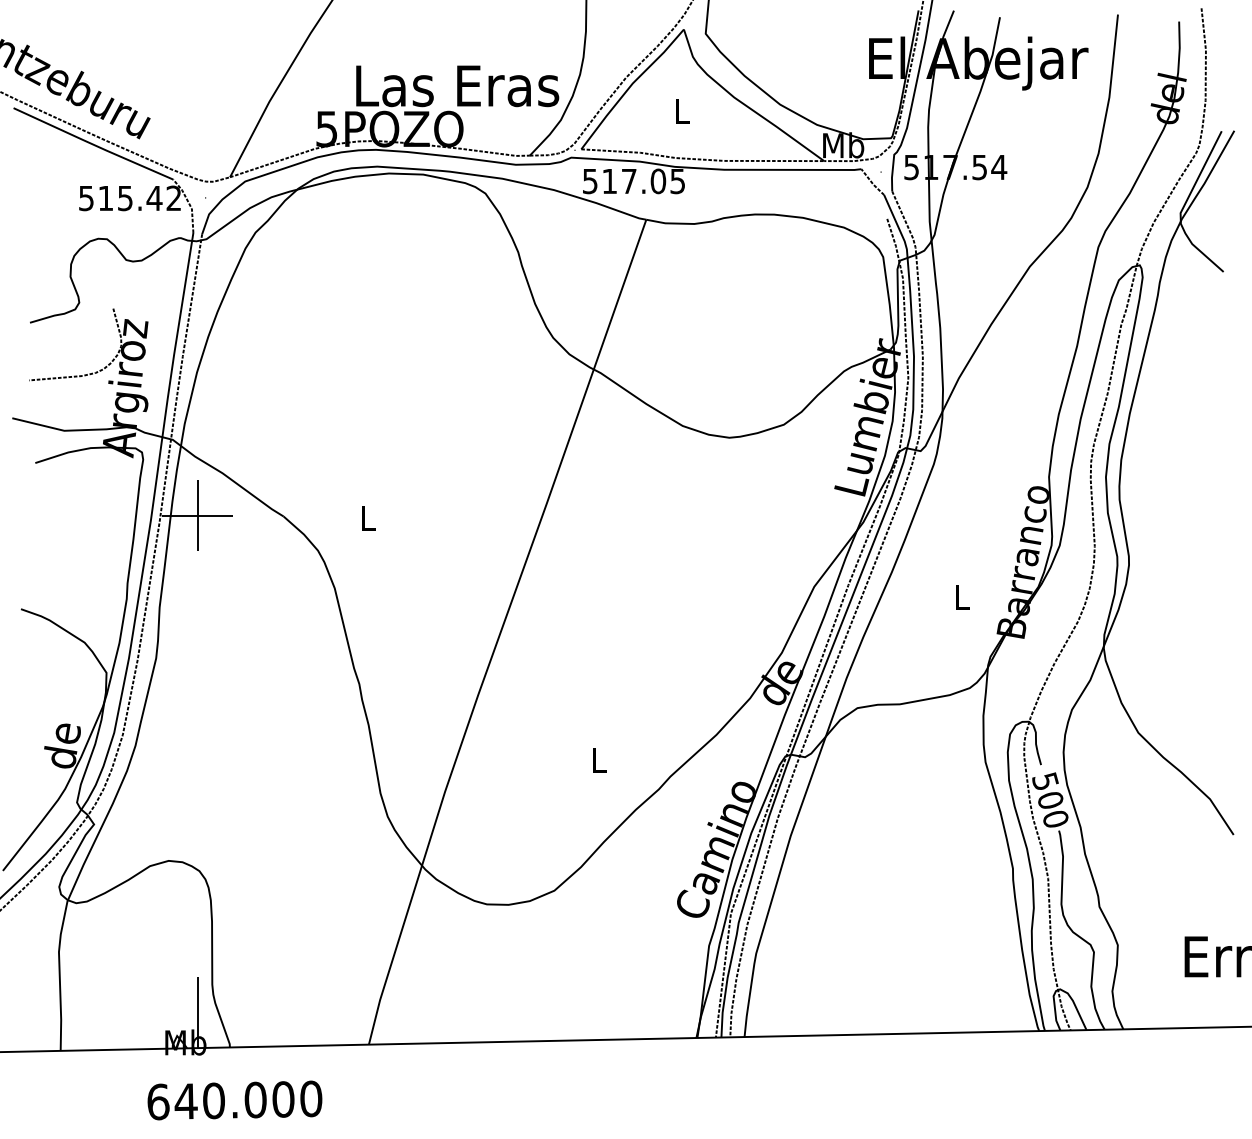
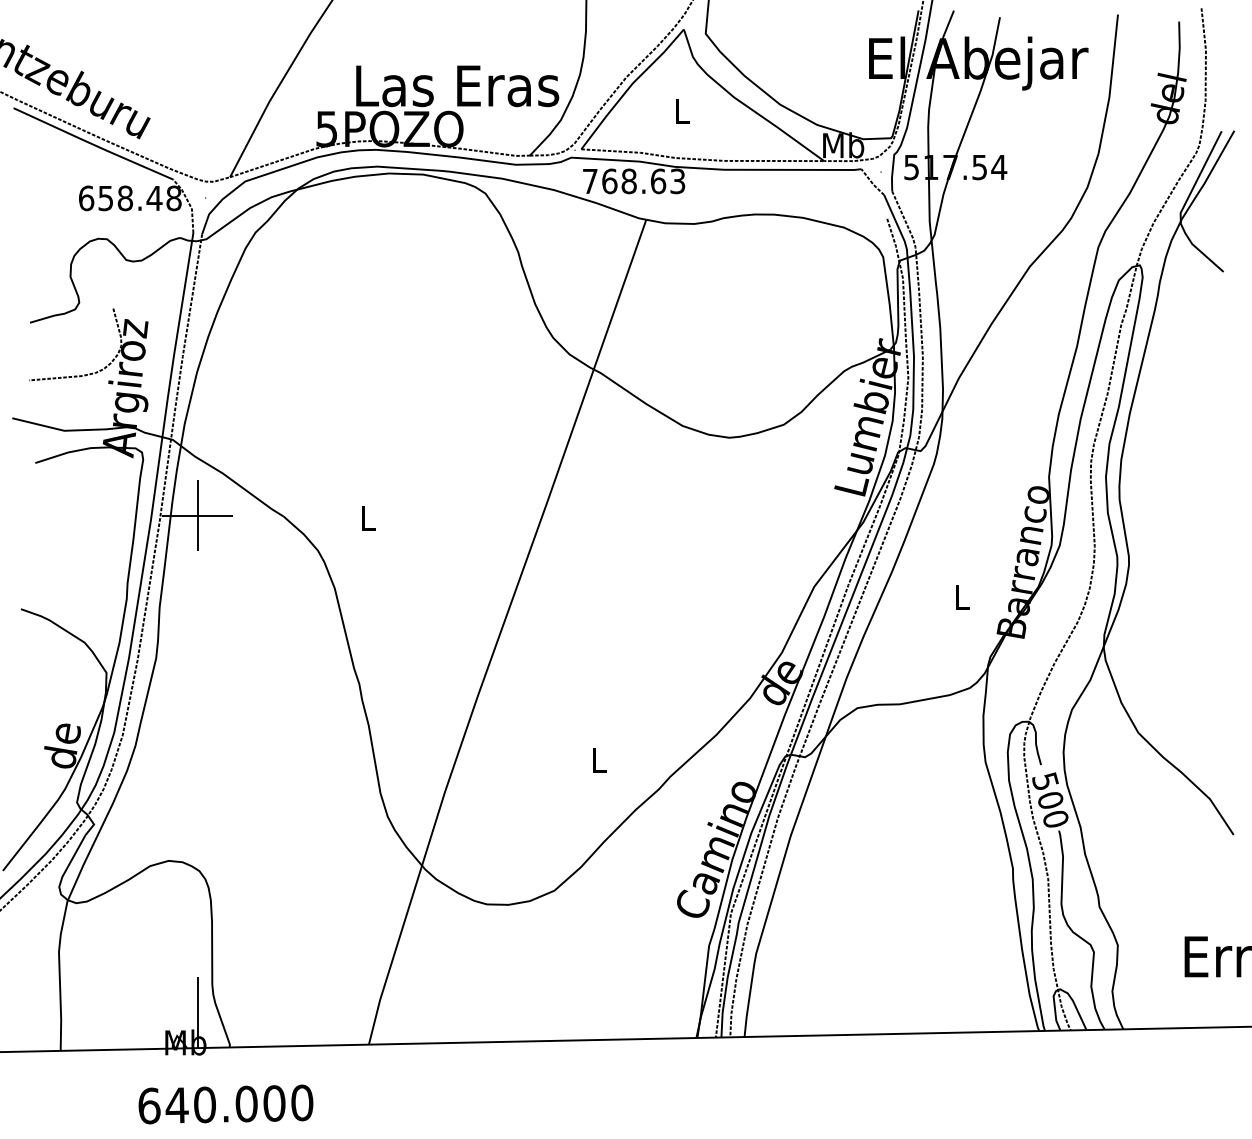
text at (634, 181): 517.05 -> 768.63
text at (130, 198): 515.42 -> 658.48
text at (234, 1100) position: (234, 1100) -> (225, 1104)
